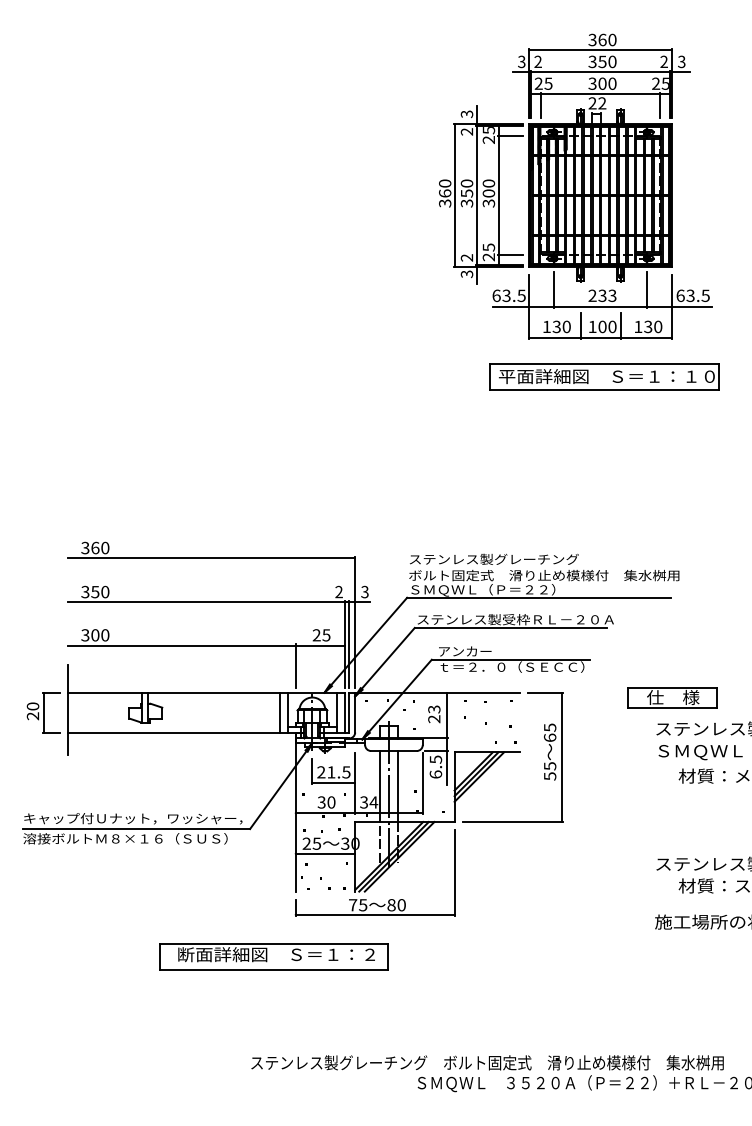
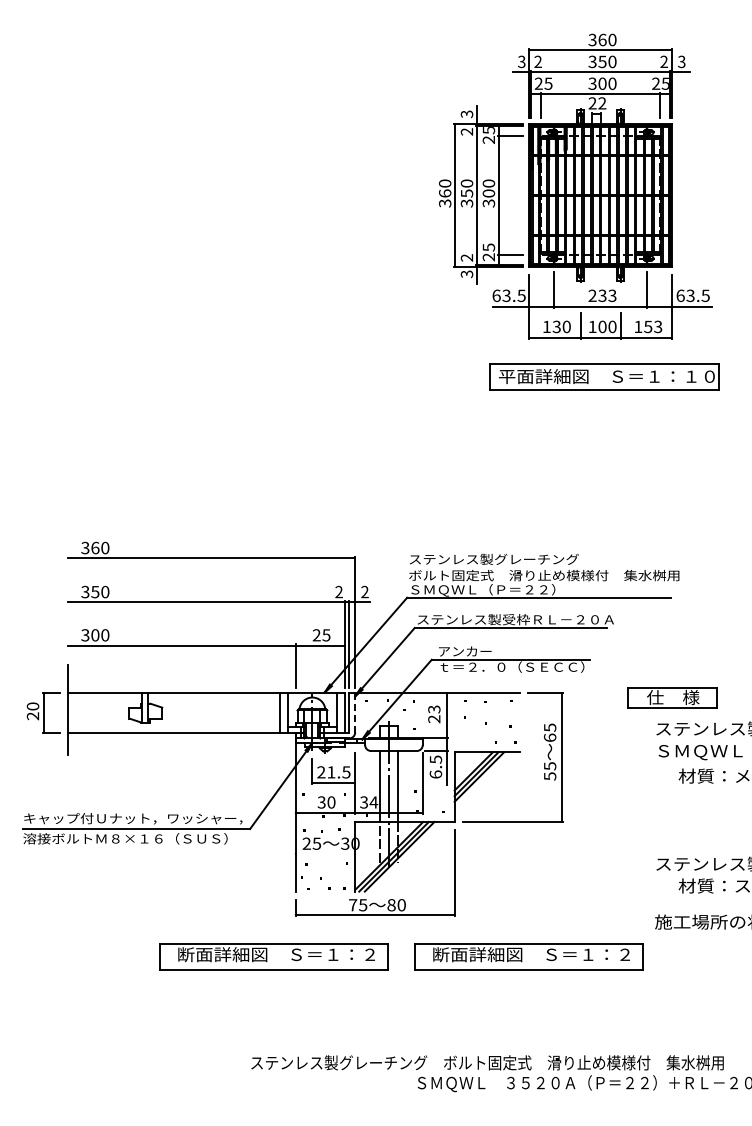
text at (653, 326): 130 -> 153
text at (364, 592): 3 -> 2
line at (355, 712): solid -> dashed
line at (325, 853): present -> none
part at (528, 956): none -> present
